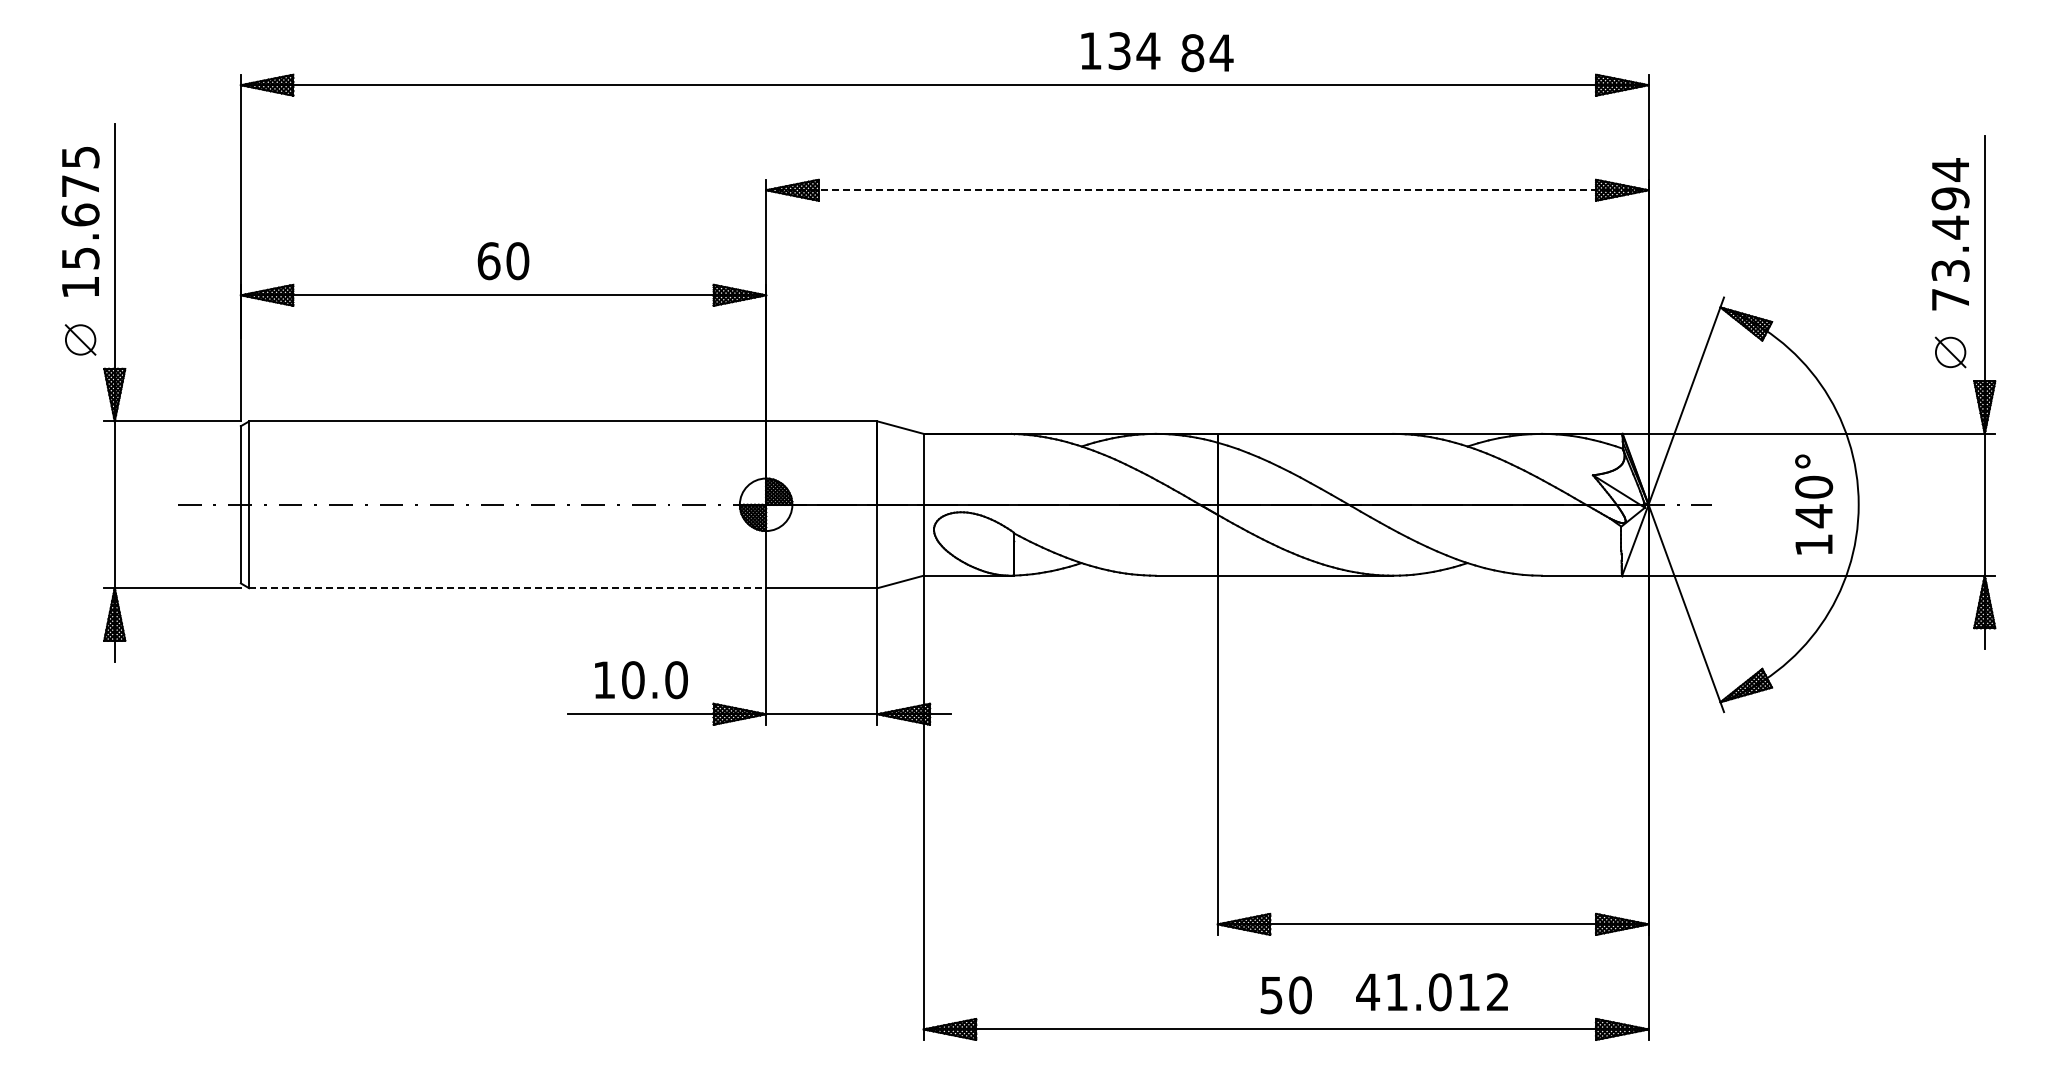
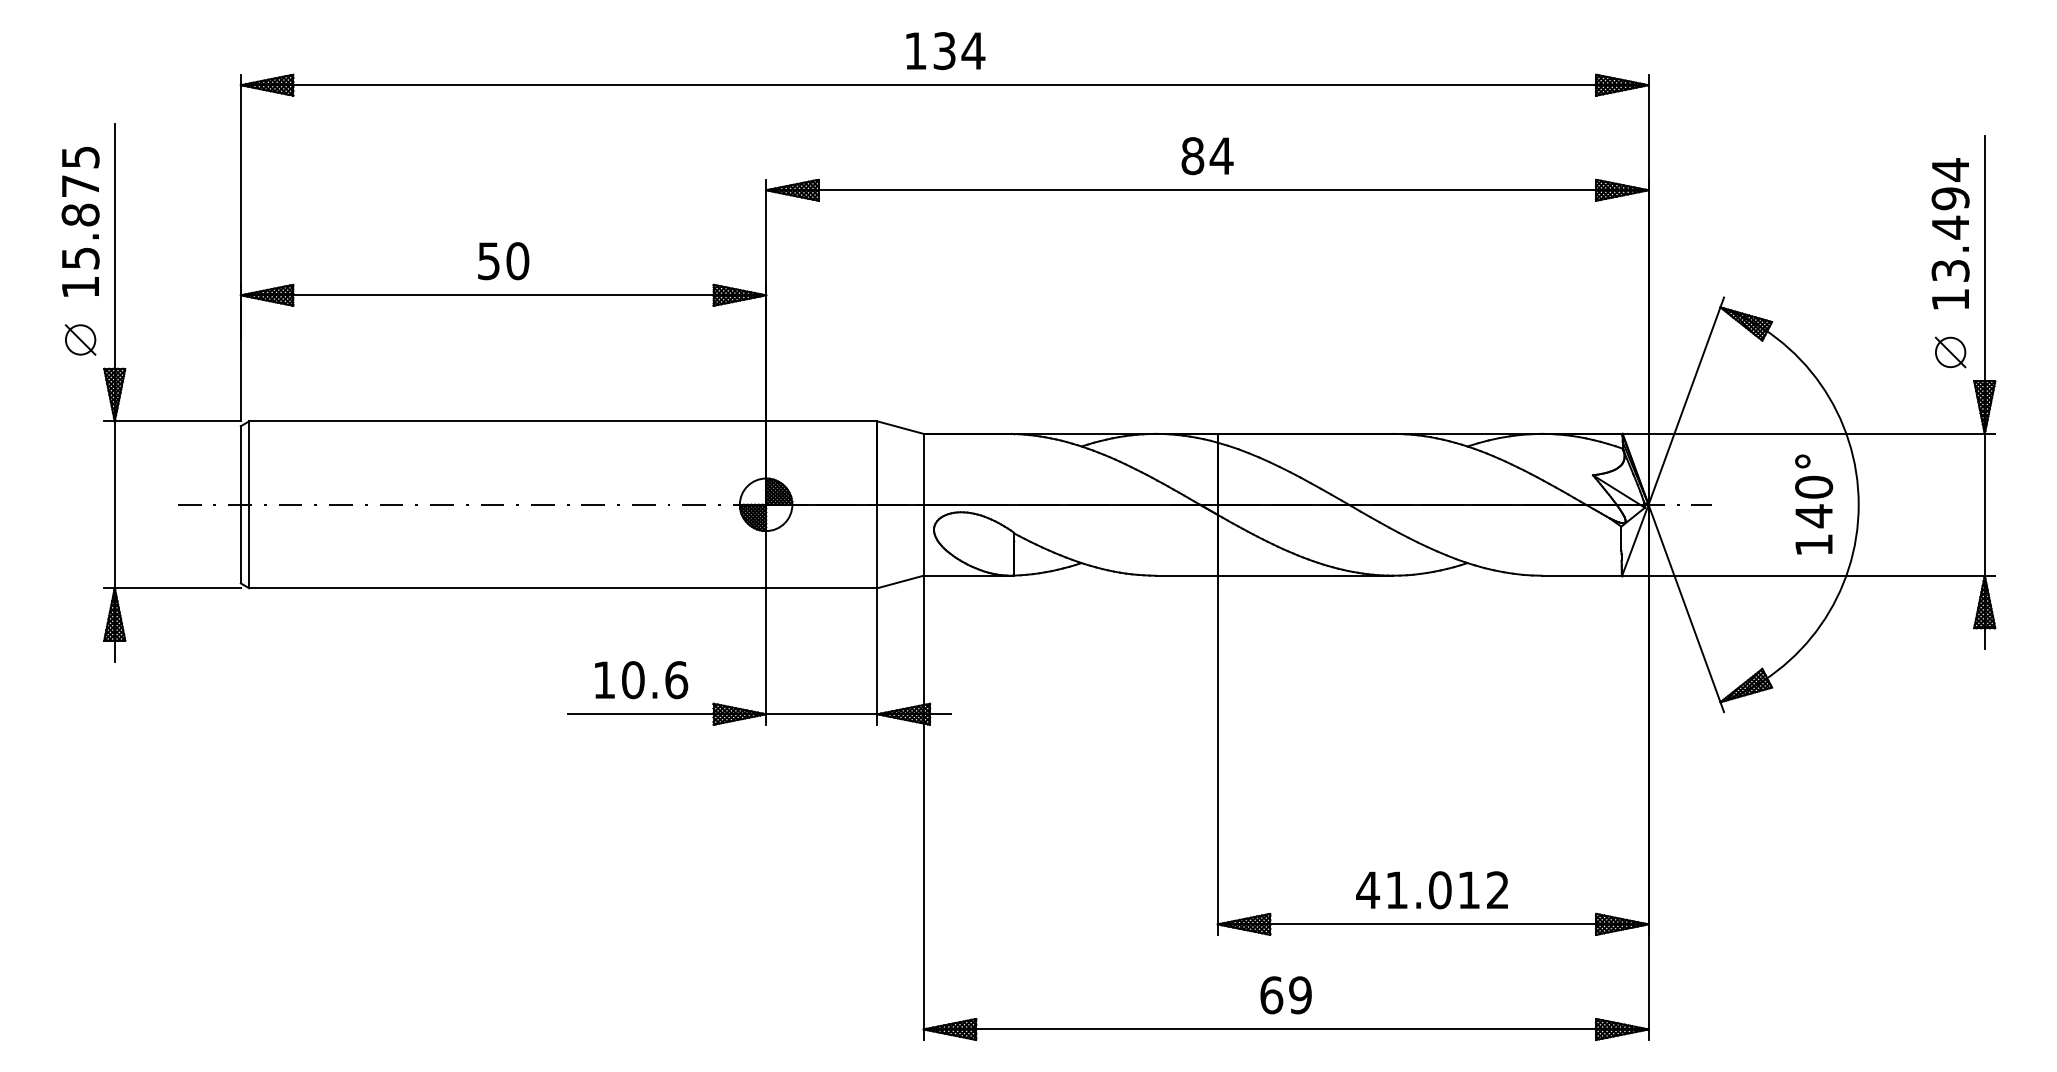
text at (1120, 51) position: (1120, 51) -> (945, 51)
text at (1207, 53) position: (1207, 53) -> (1207, 156)
line at (1207, 190): dashed -> solid
text at (80, 214): 15.675 -> 15.875
text at (488, 261): 60 -> 50
text at (1950, 299): 73.494 -> 13.494
line at (508, 588): dashed -> solid
text at (676, 679): 10.0 -> 10.6
text at (1431, 992) position: (1431, 992) -> (1431, 890)
text at (1285, 995): 50 -> 69
